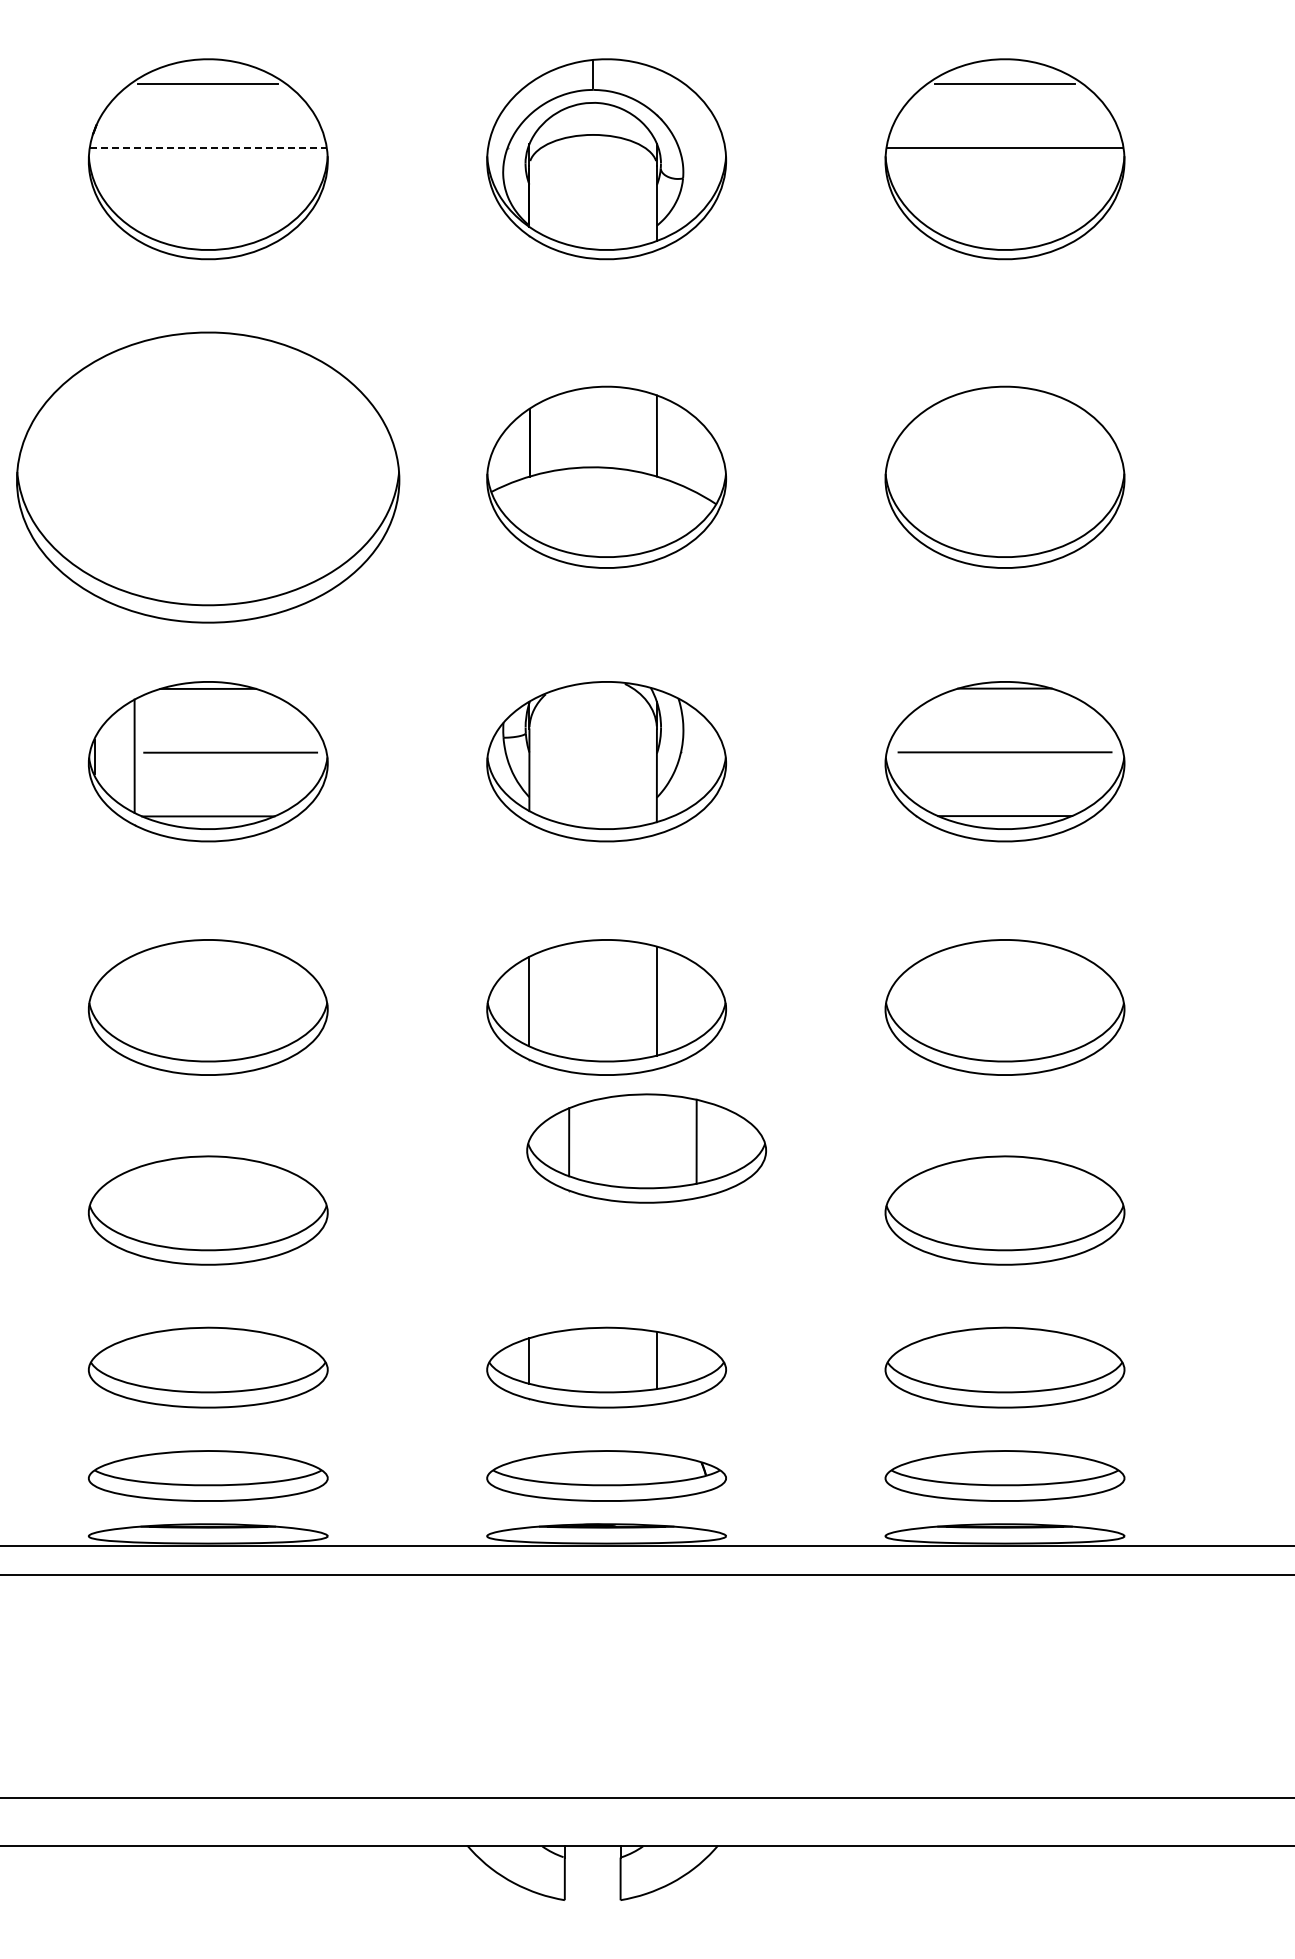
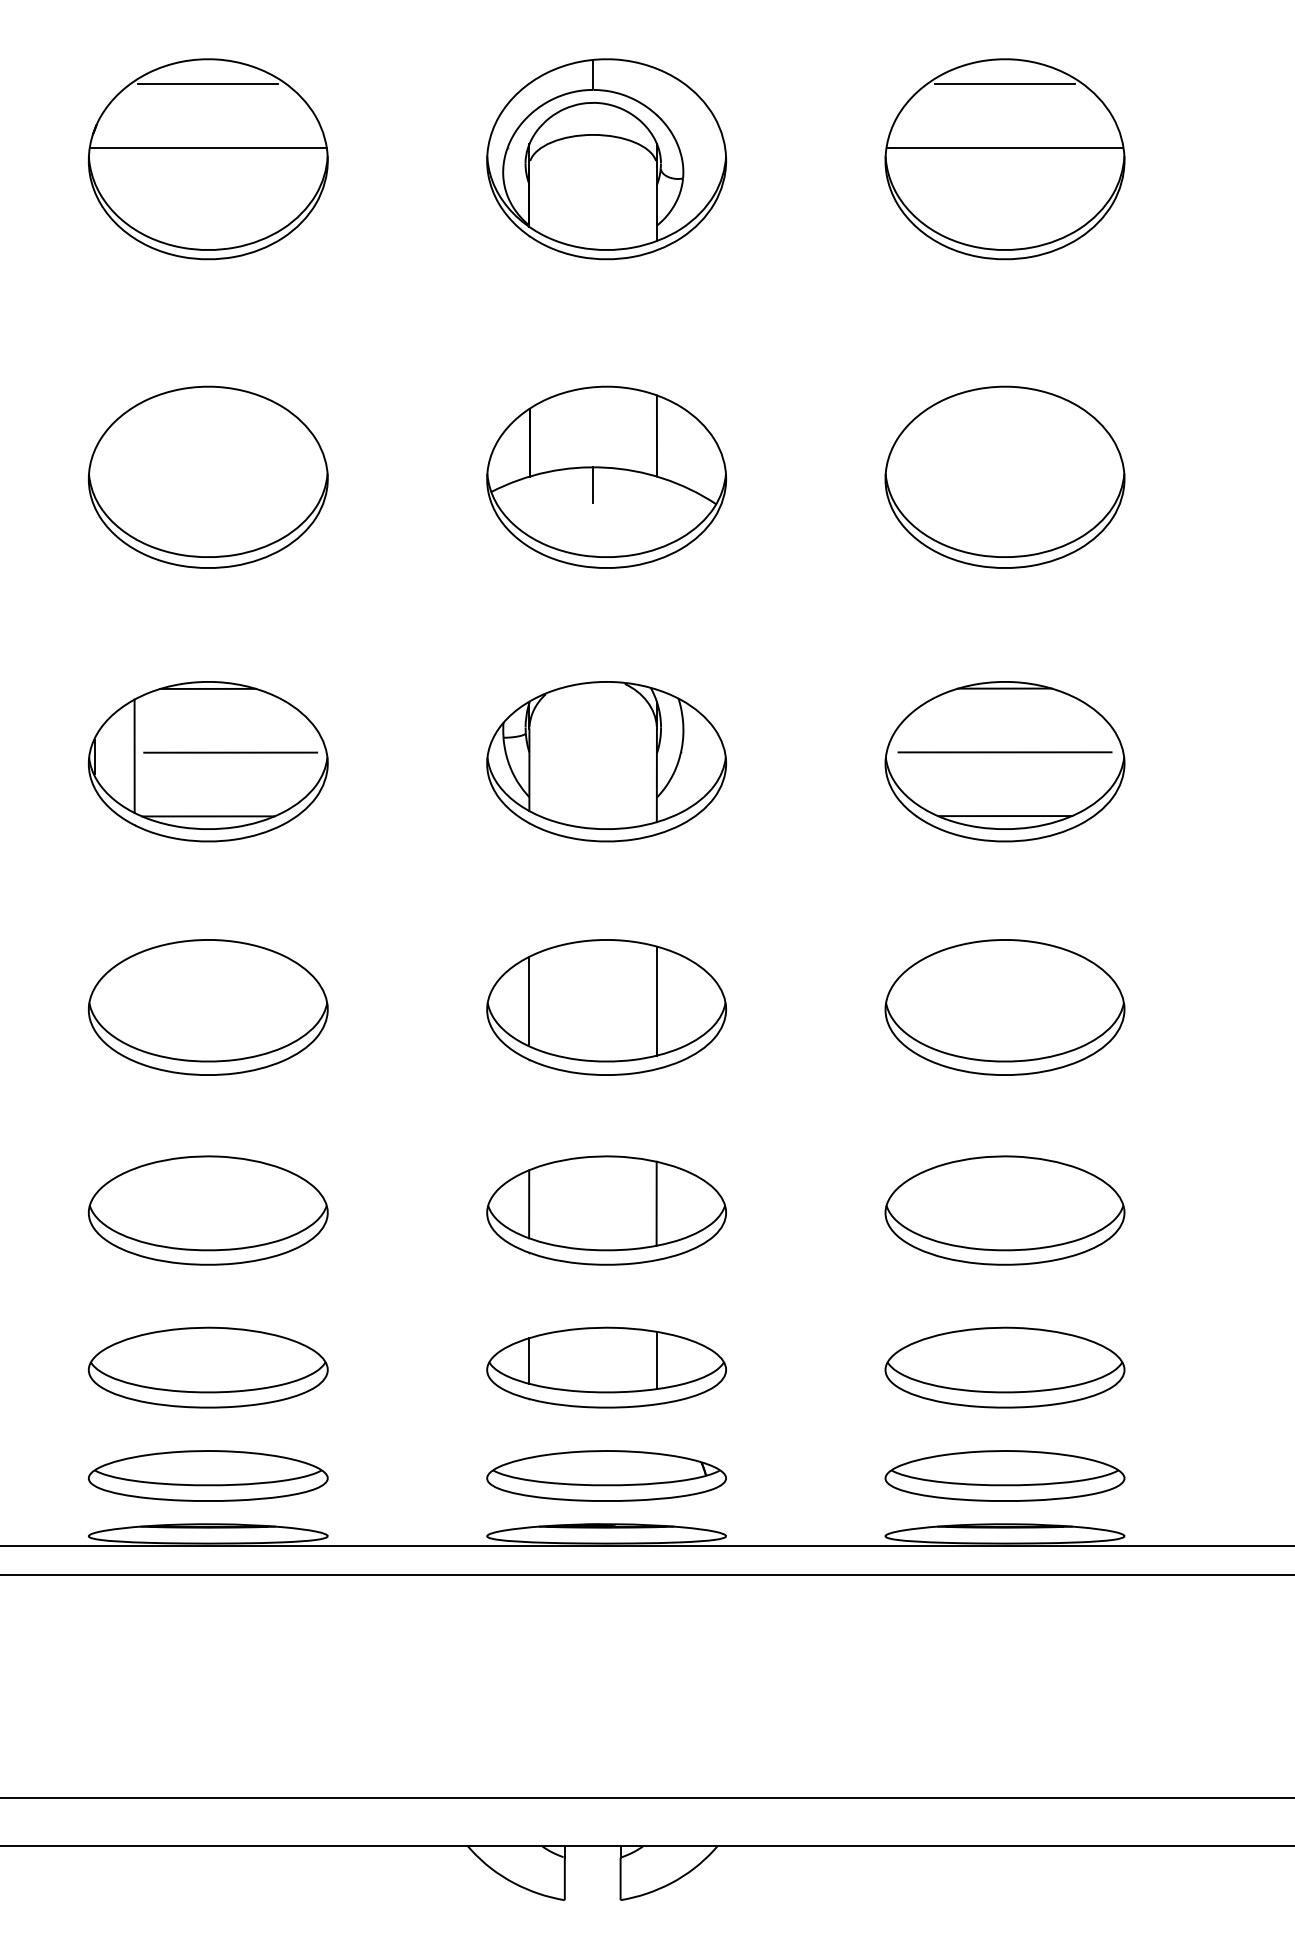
line at (208, 147): dashed -> solid
part at (208, 477) size: 385x293 px -> 241x184 px
line at (593, 485): none -> present
part at (646, 1148) position: (646, 1148) -> (606, 1210)
